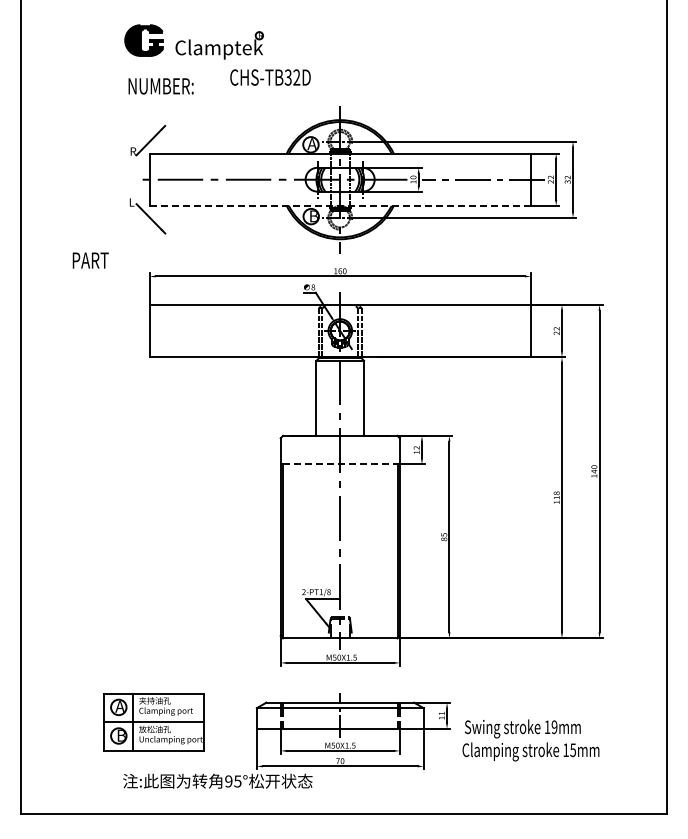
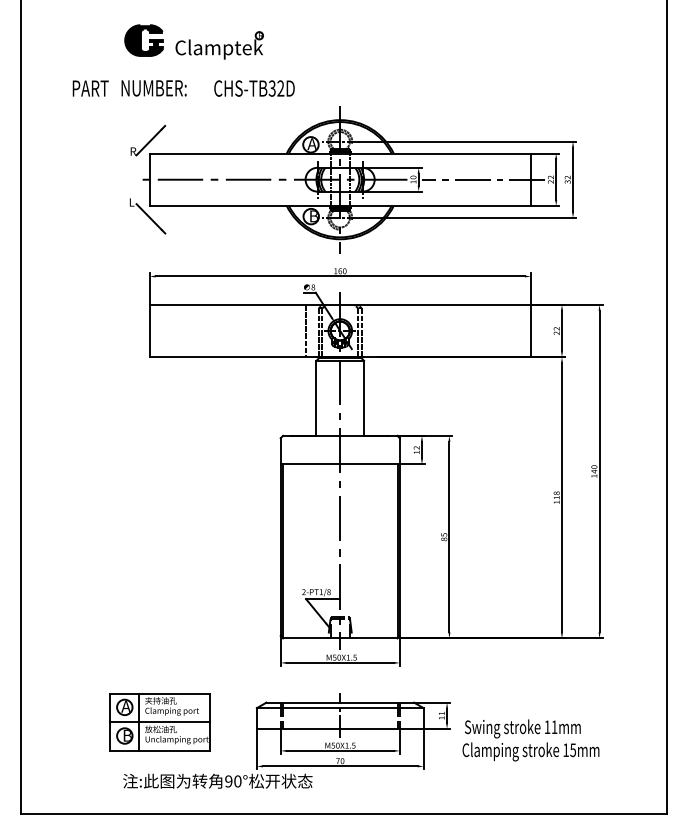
text at (270, 77) position: (270, 77) -> (254, 88)
text at (160, 86) position: (160, 86) -> (153, 88)
line at (340, 205): dashed -> solid
text at (90, 260) position: (90, 260) -> (90, 88)
line at (305, 330): none -> present
line at (340, 464): dashed -> solid
part at (153, 722) position: (153, 722) -> (159, 722)
text at (554, 727): 19mm -> 11mm
text at (237, 781): 95° -> 90°
